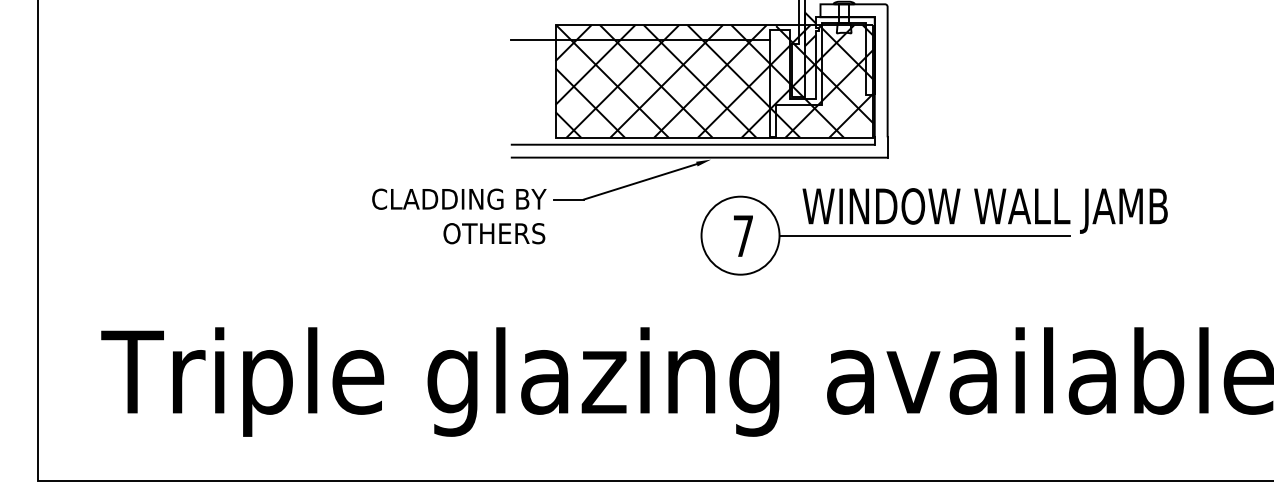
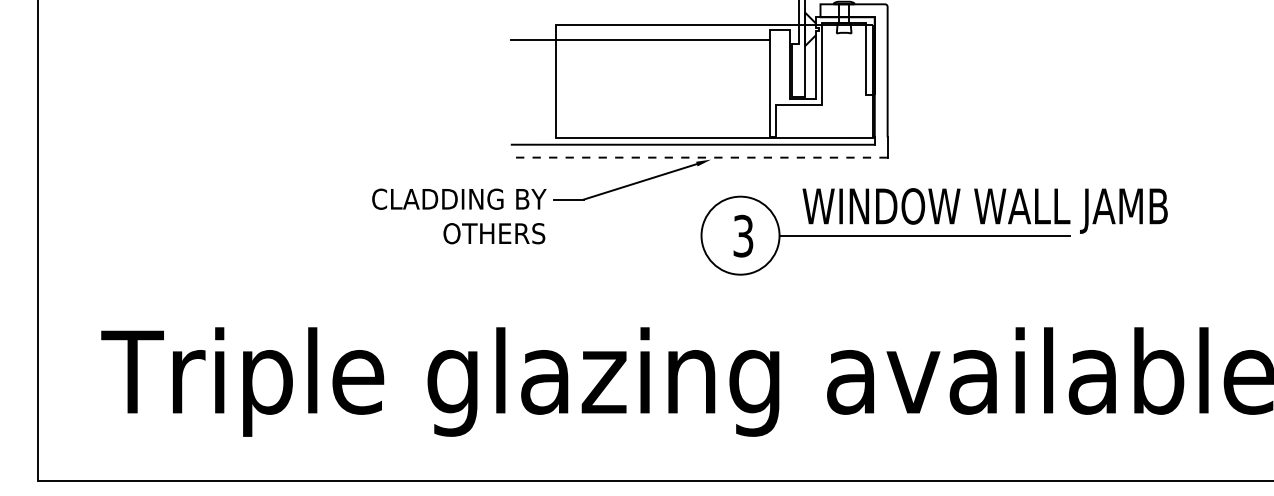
hatch at (714, 81): present -> none
line at (698, 157): solid -> dashed
text at (743, 235): 7 -> 3
